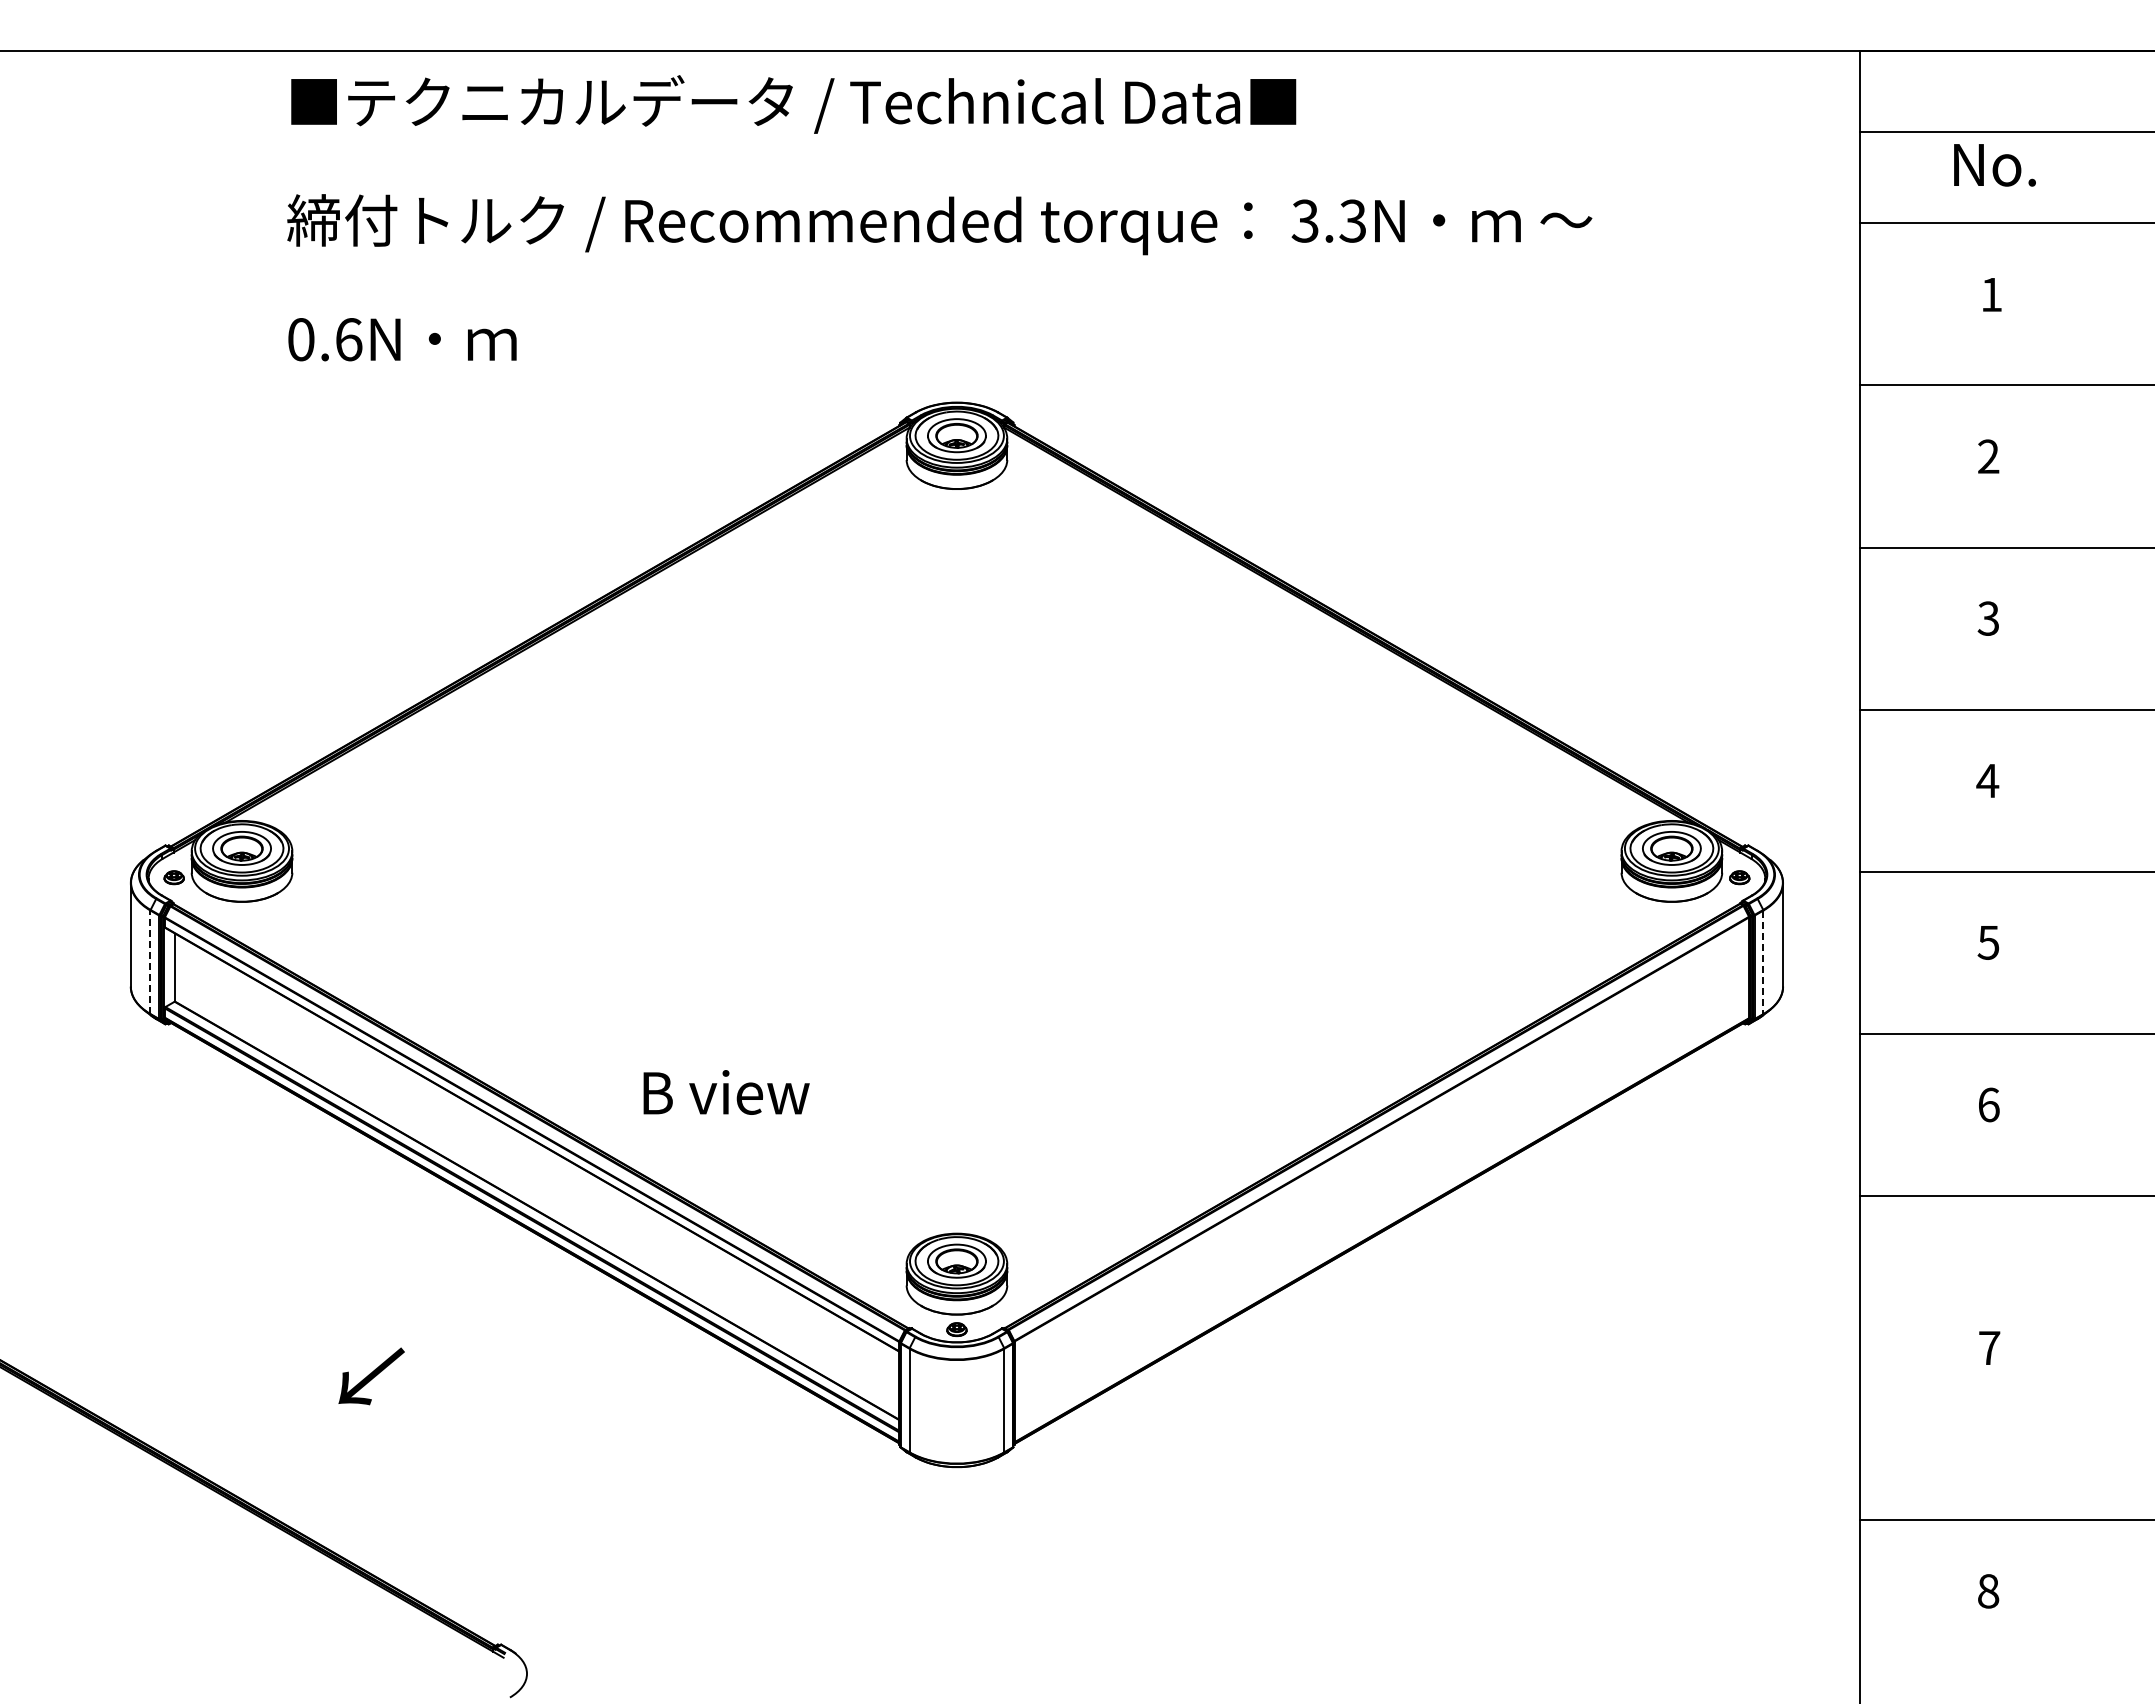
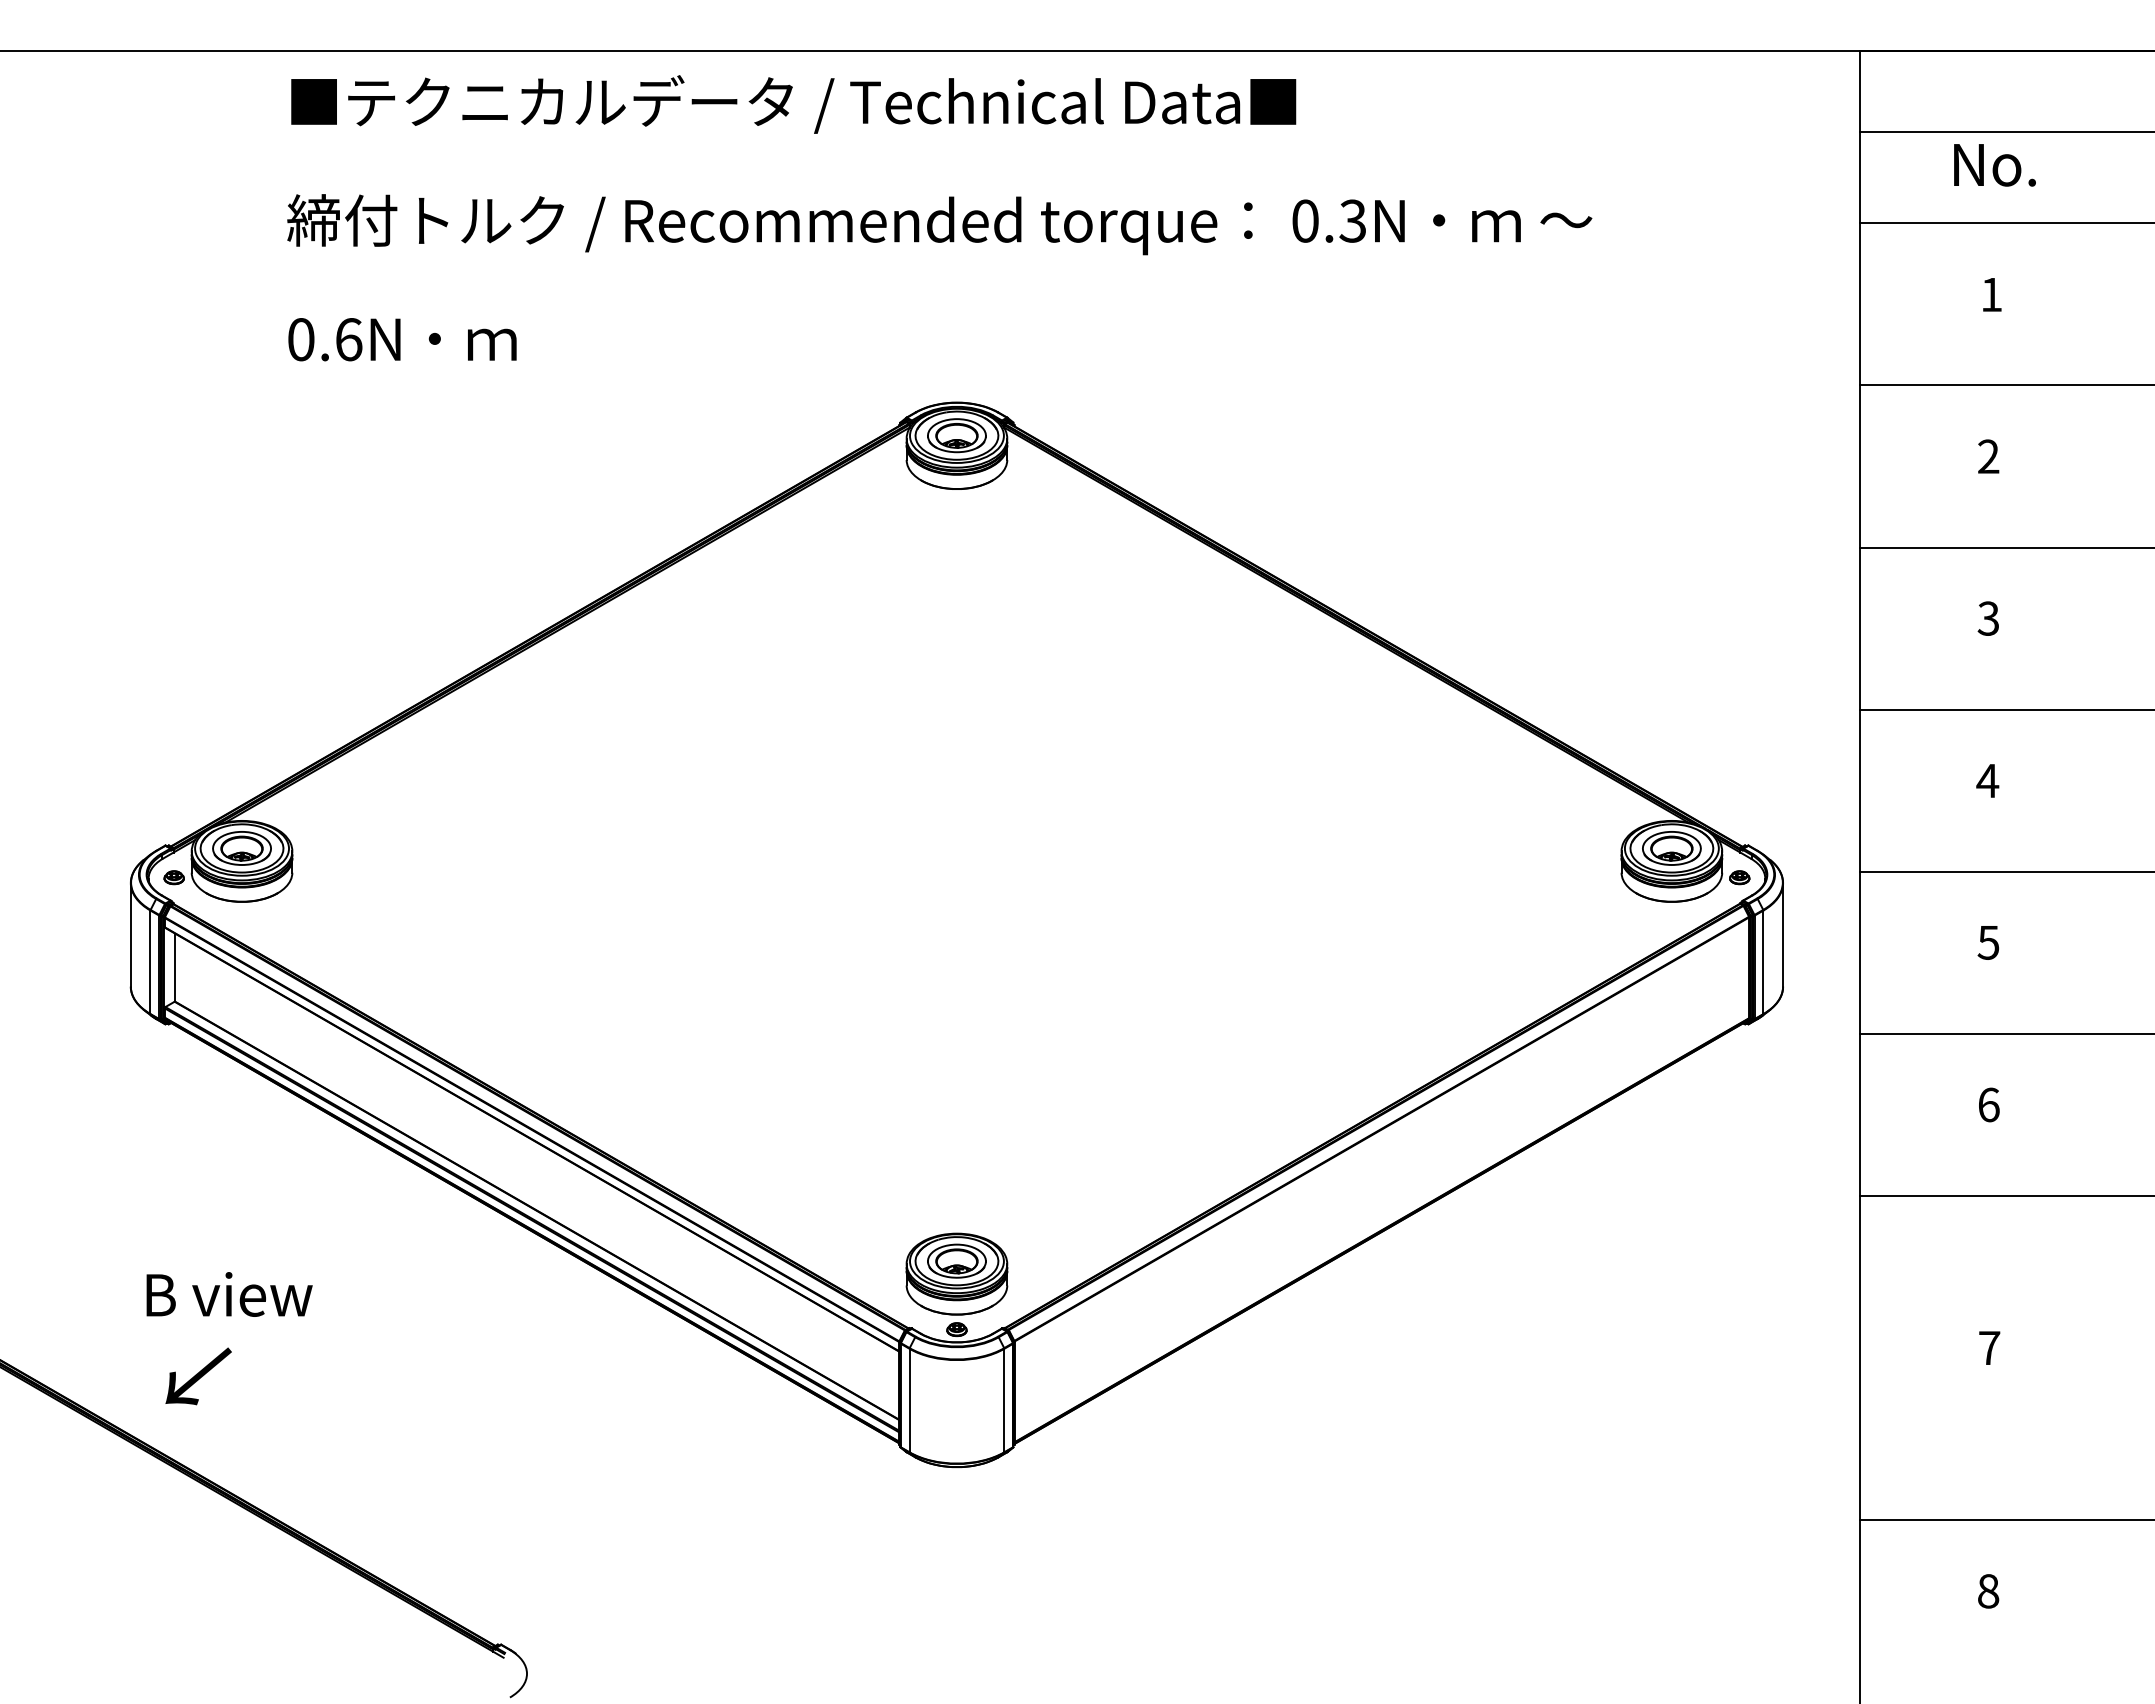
text at (1304, 220): 3.3N -> 0.3N
line at (150, 962): dashed -> solid
line at (1763, 962): dashed -> solid
text at (726, 1092) position: (726, 1092) -> (229, 1294)
text at (371, 1376) position: (371, 1376) -> (198, 1376)
